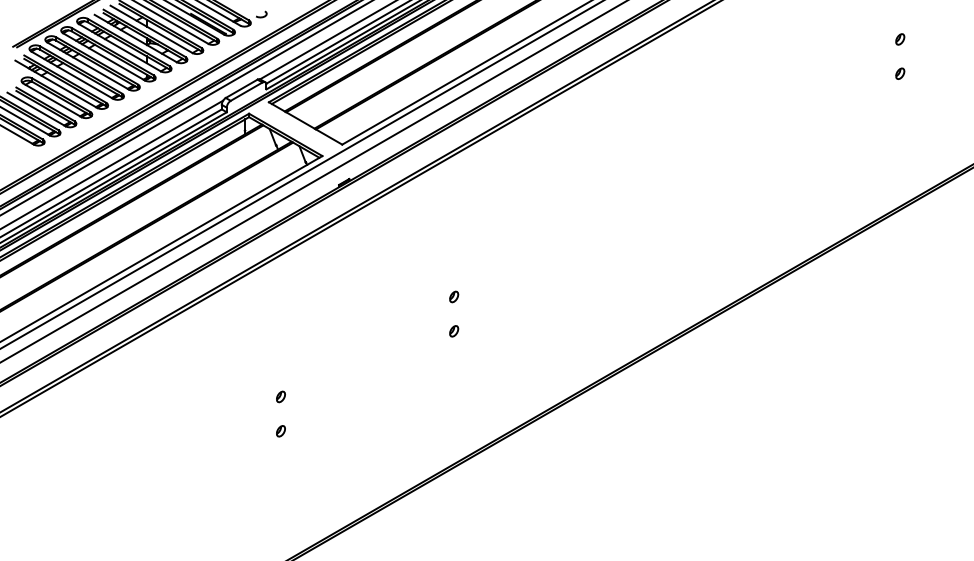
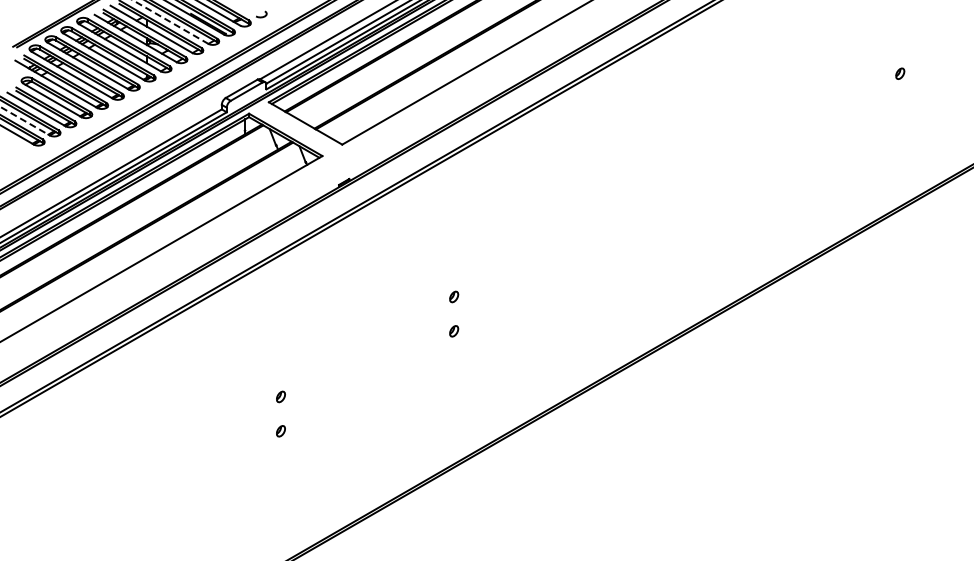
line at (170, 21): solid -> dashed
part at (900, 39): present -> none
line at (185, 108): present -> none
line at (25, 121): solid -> dashed
line at (112, 164): present -> none
line at (301, 174): present -> none
line at (313, 181): present -> none
